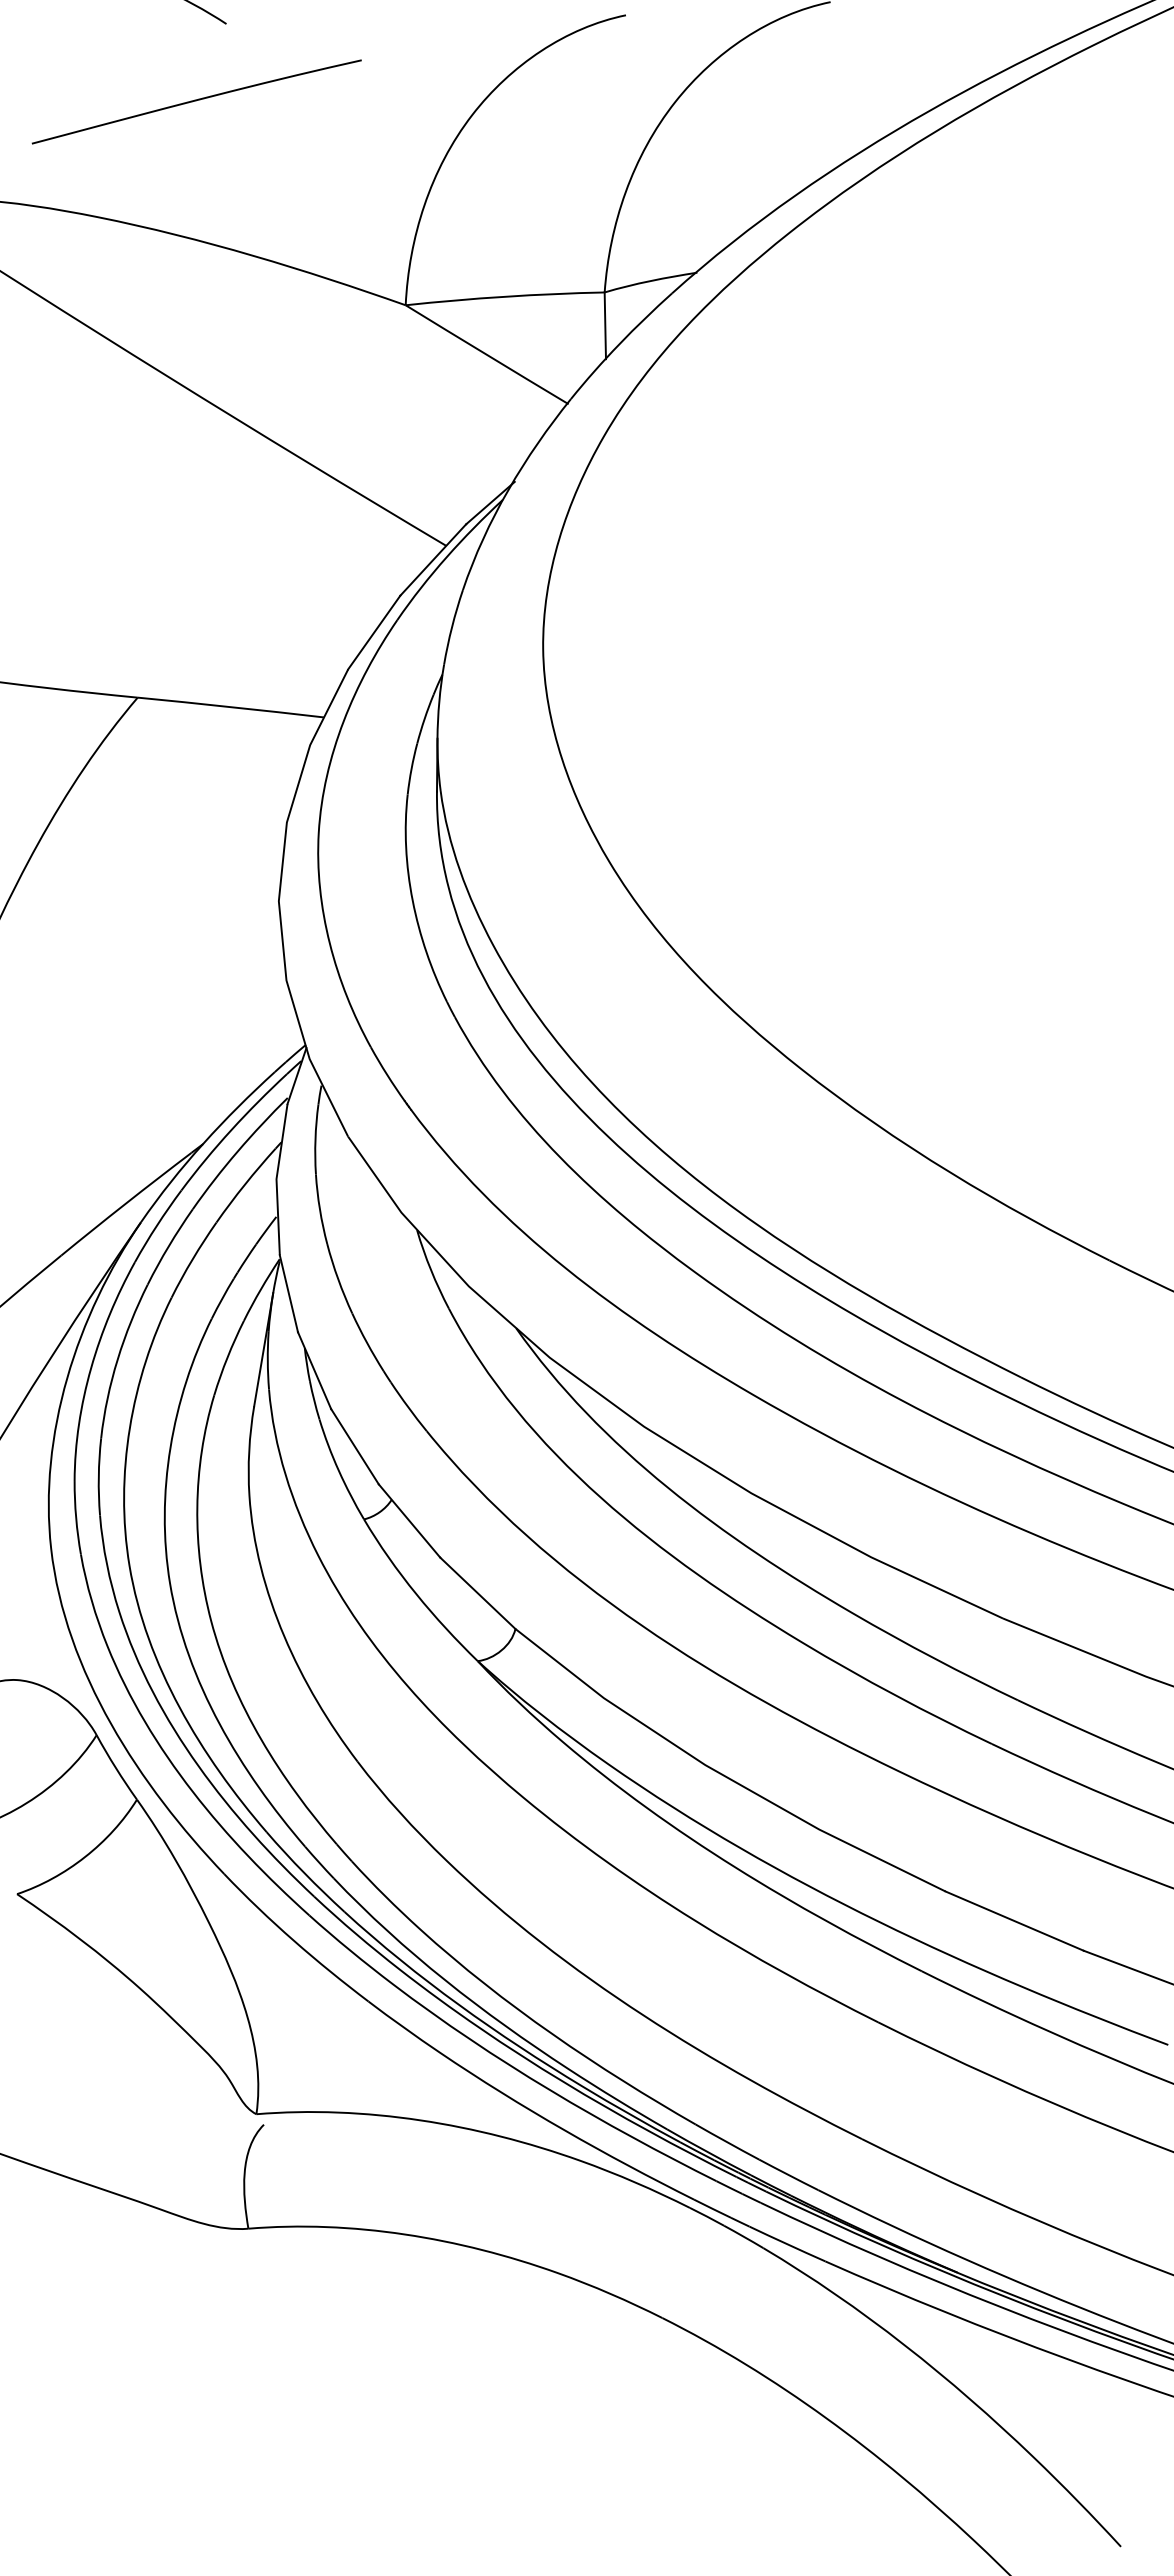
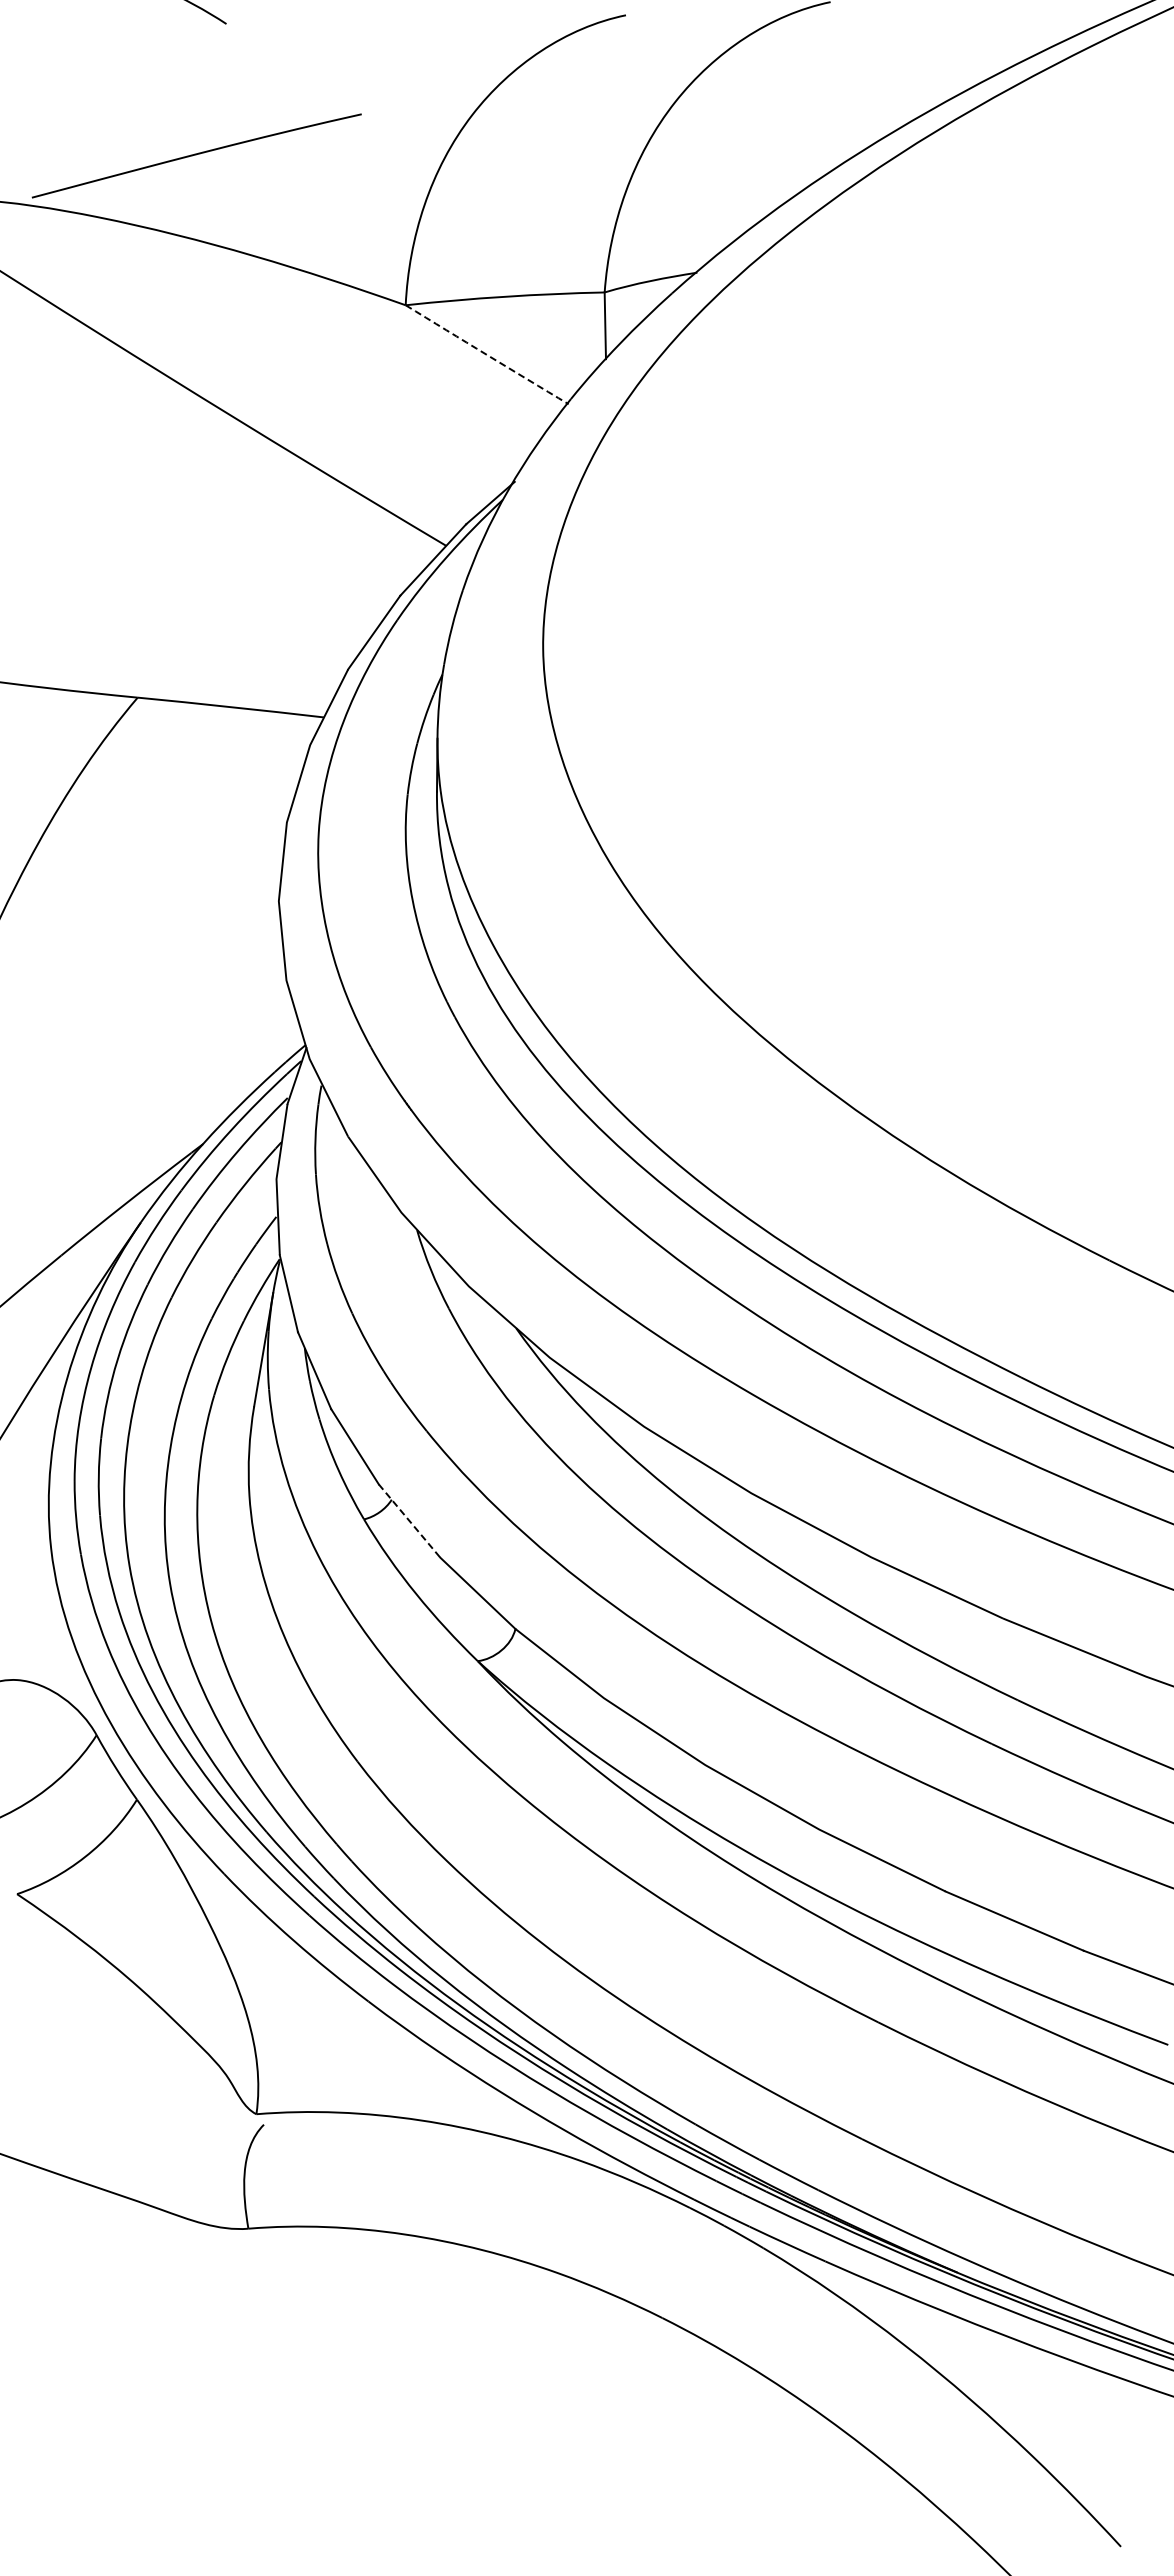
curve at (196, 101) position: (196, 101) -> (196, 155)
arc at (487, 354): solid -> dashed
line at (409, 1520): solid -> dashed
